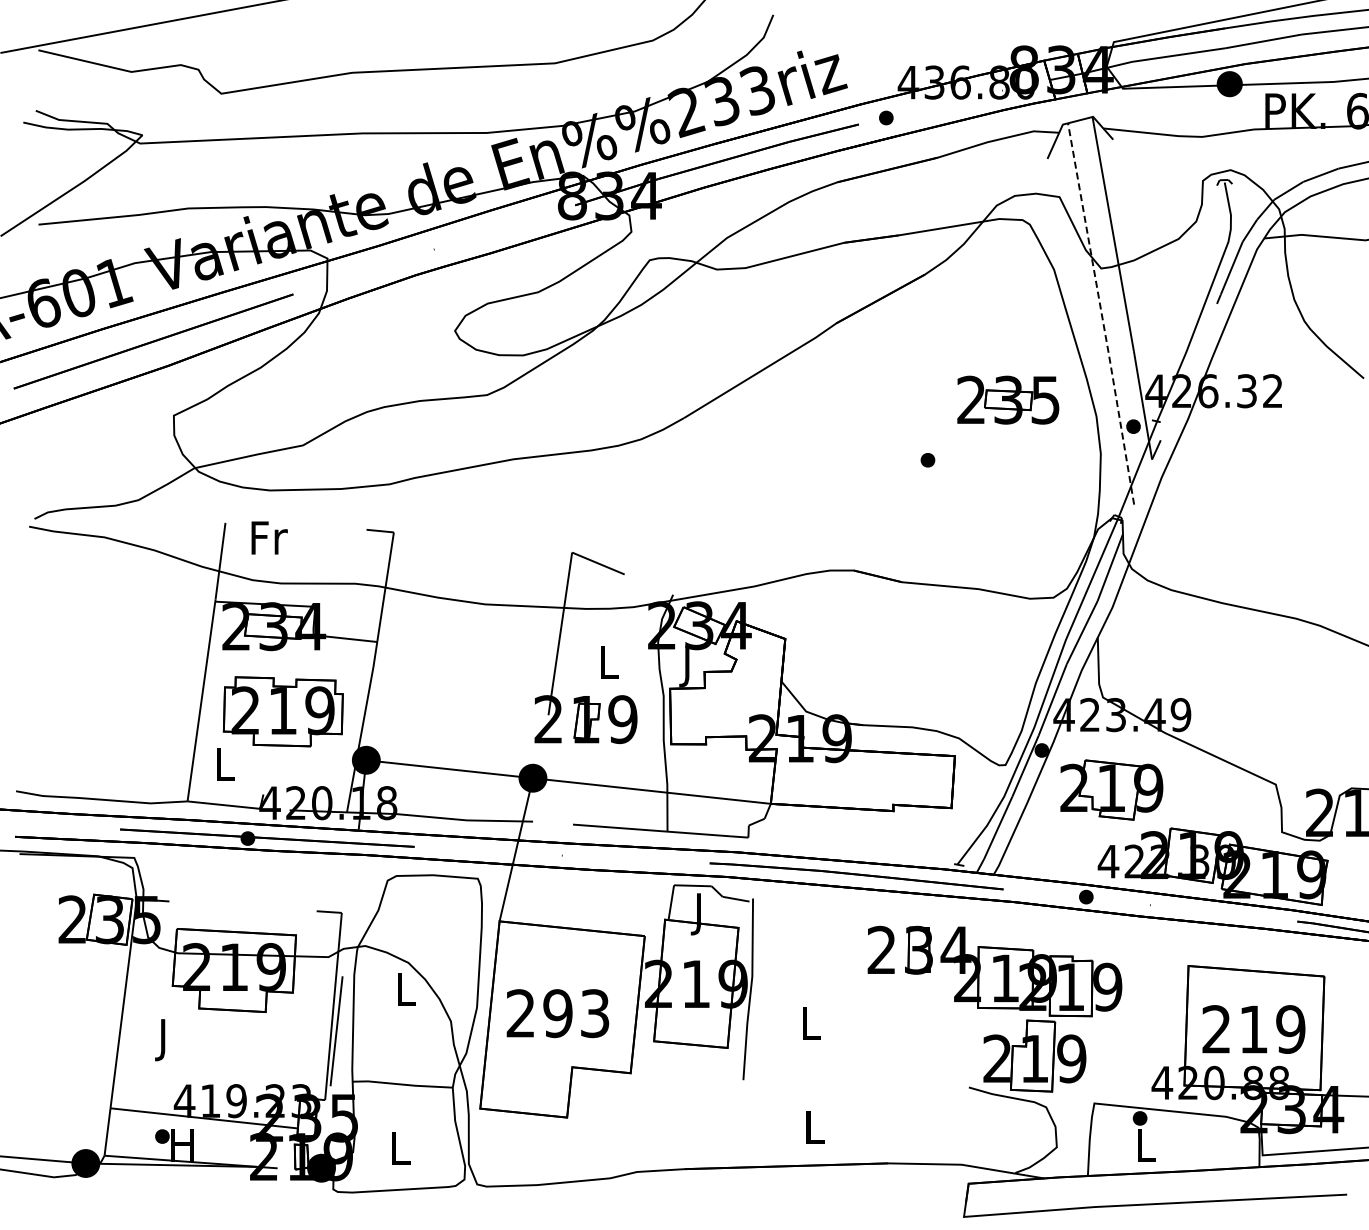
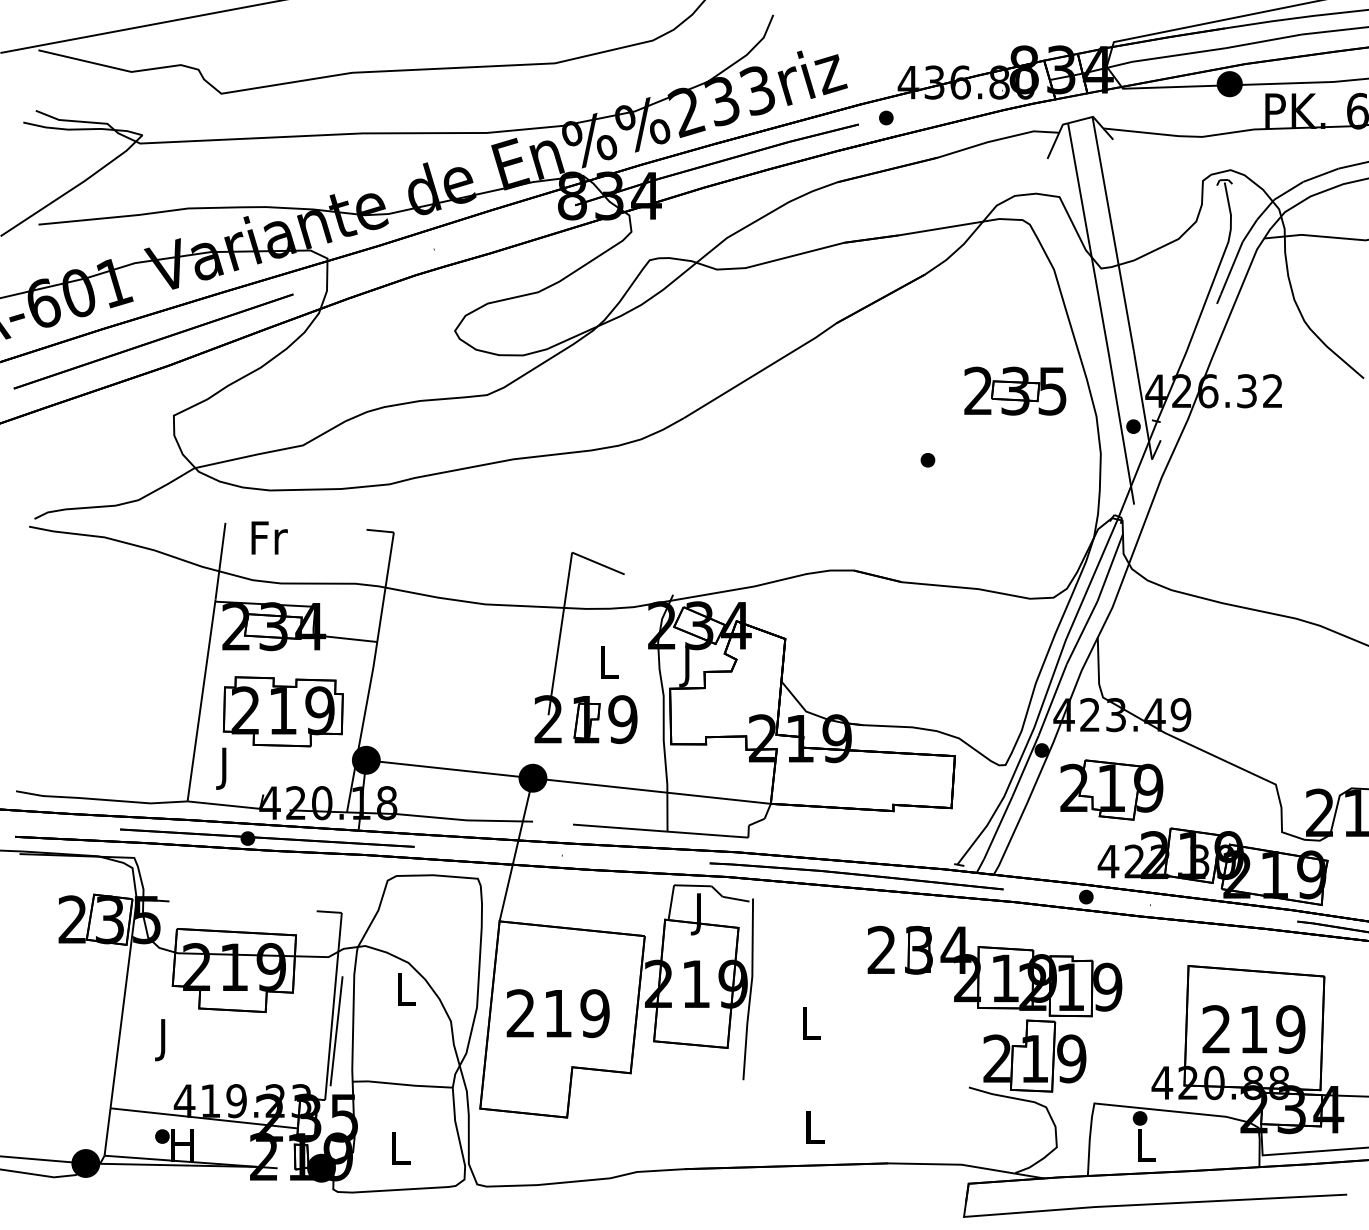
line at (1101, 314): dashed -> solid
part at (1008, 399) position: (1008, 399) -> (1015, 390)
text at (225, 768): L -> J
text at (576, 1013): 293 -> 219
